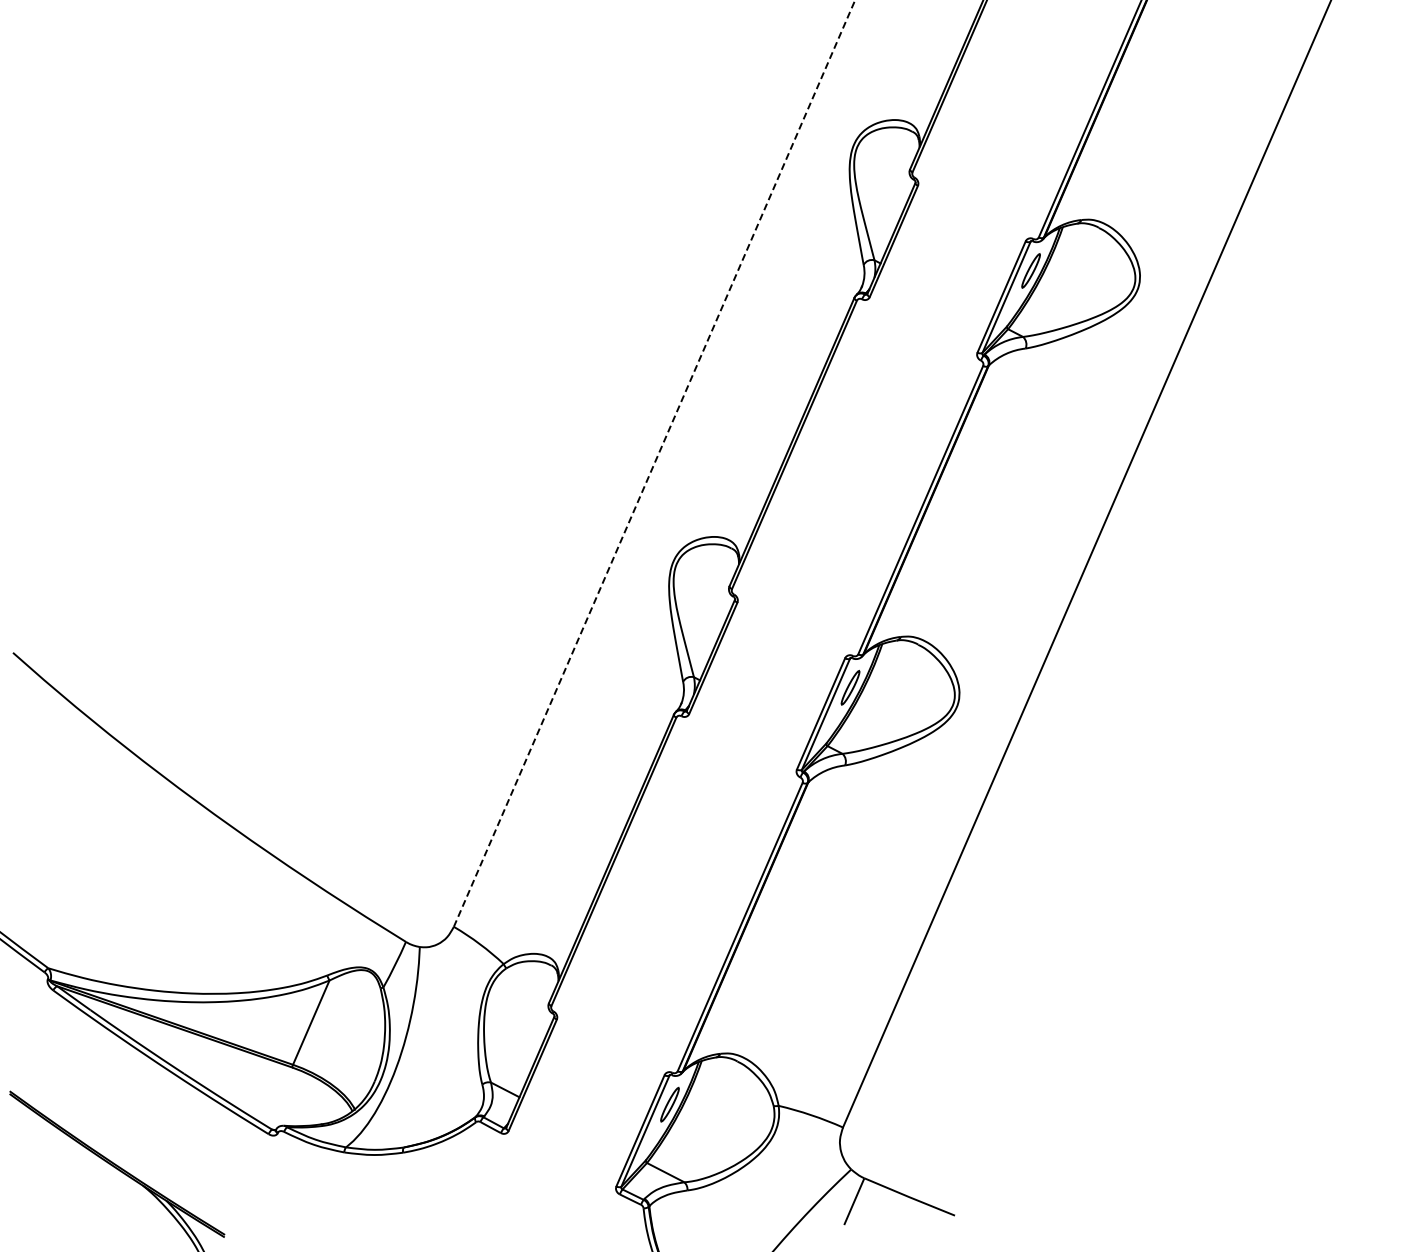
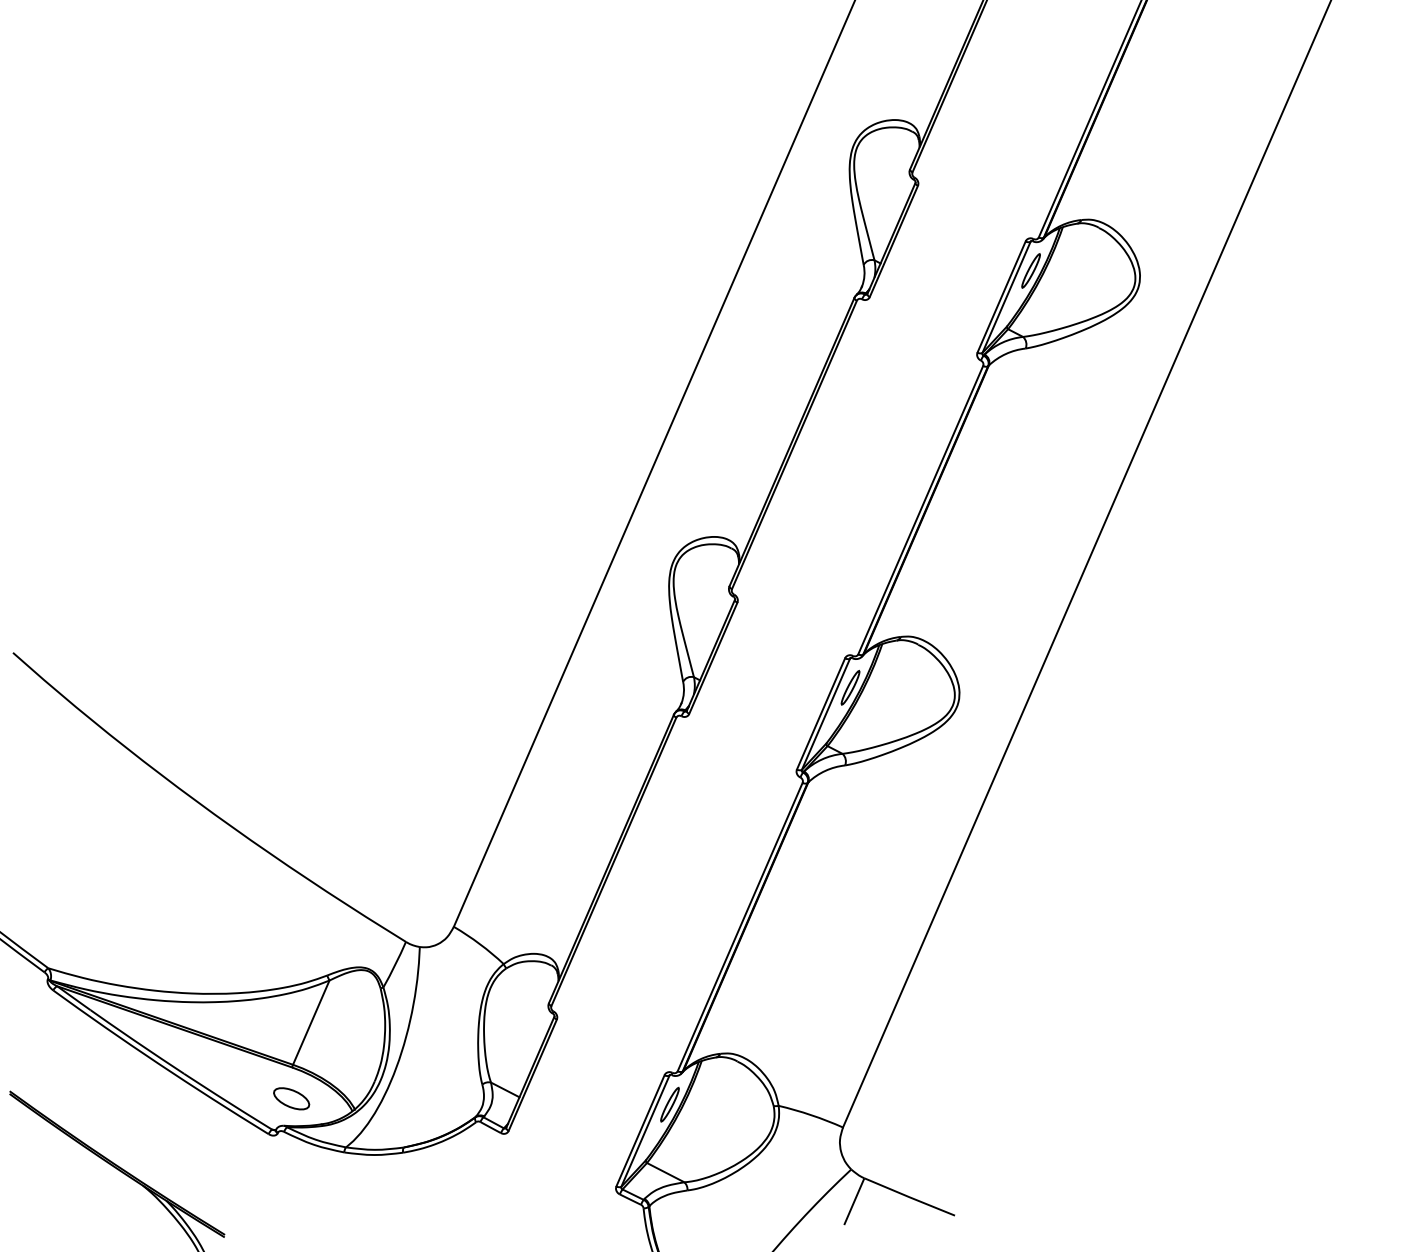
line at (654, 463): dashed -> solid
part at (291, 1098): none -> present
